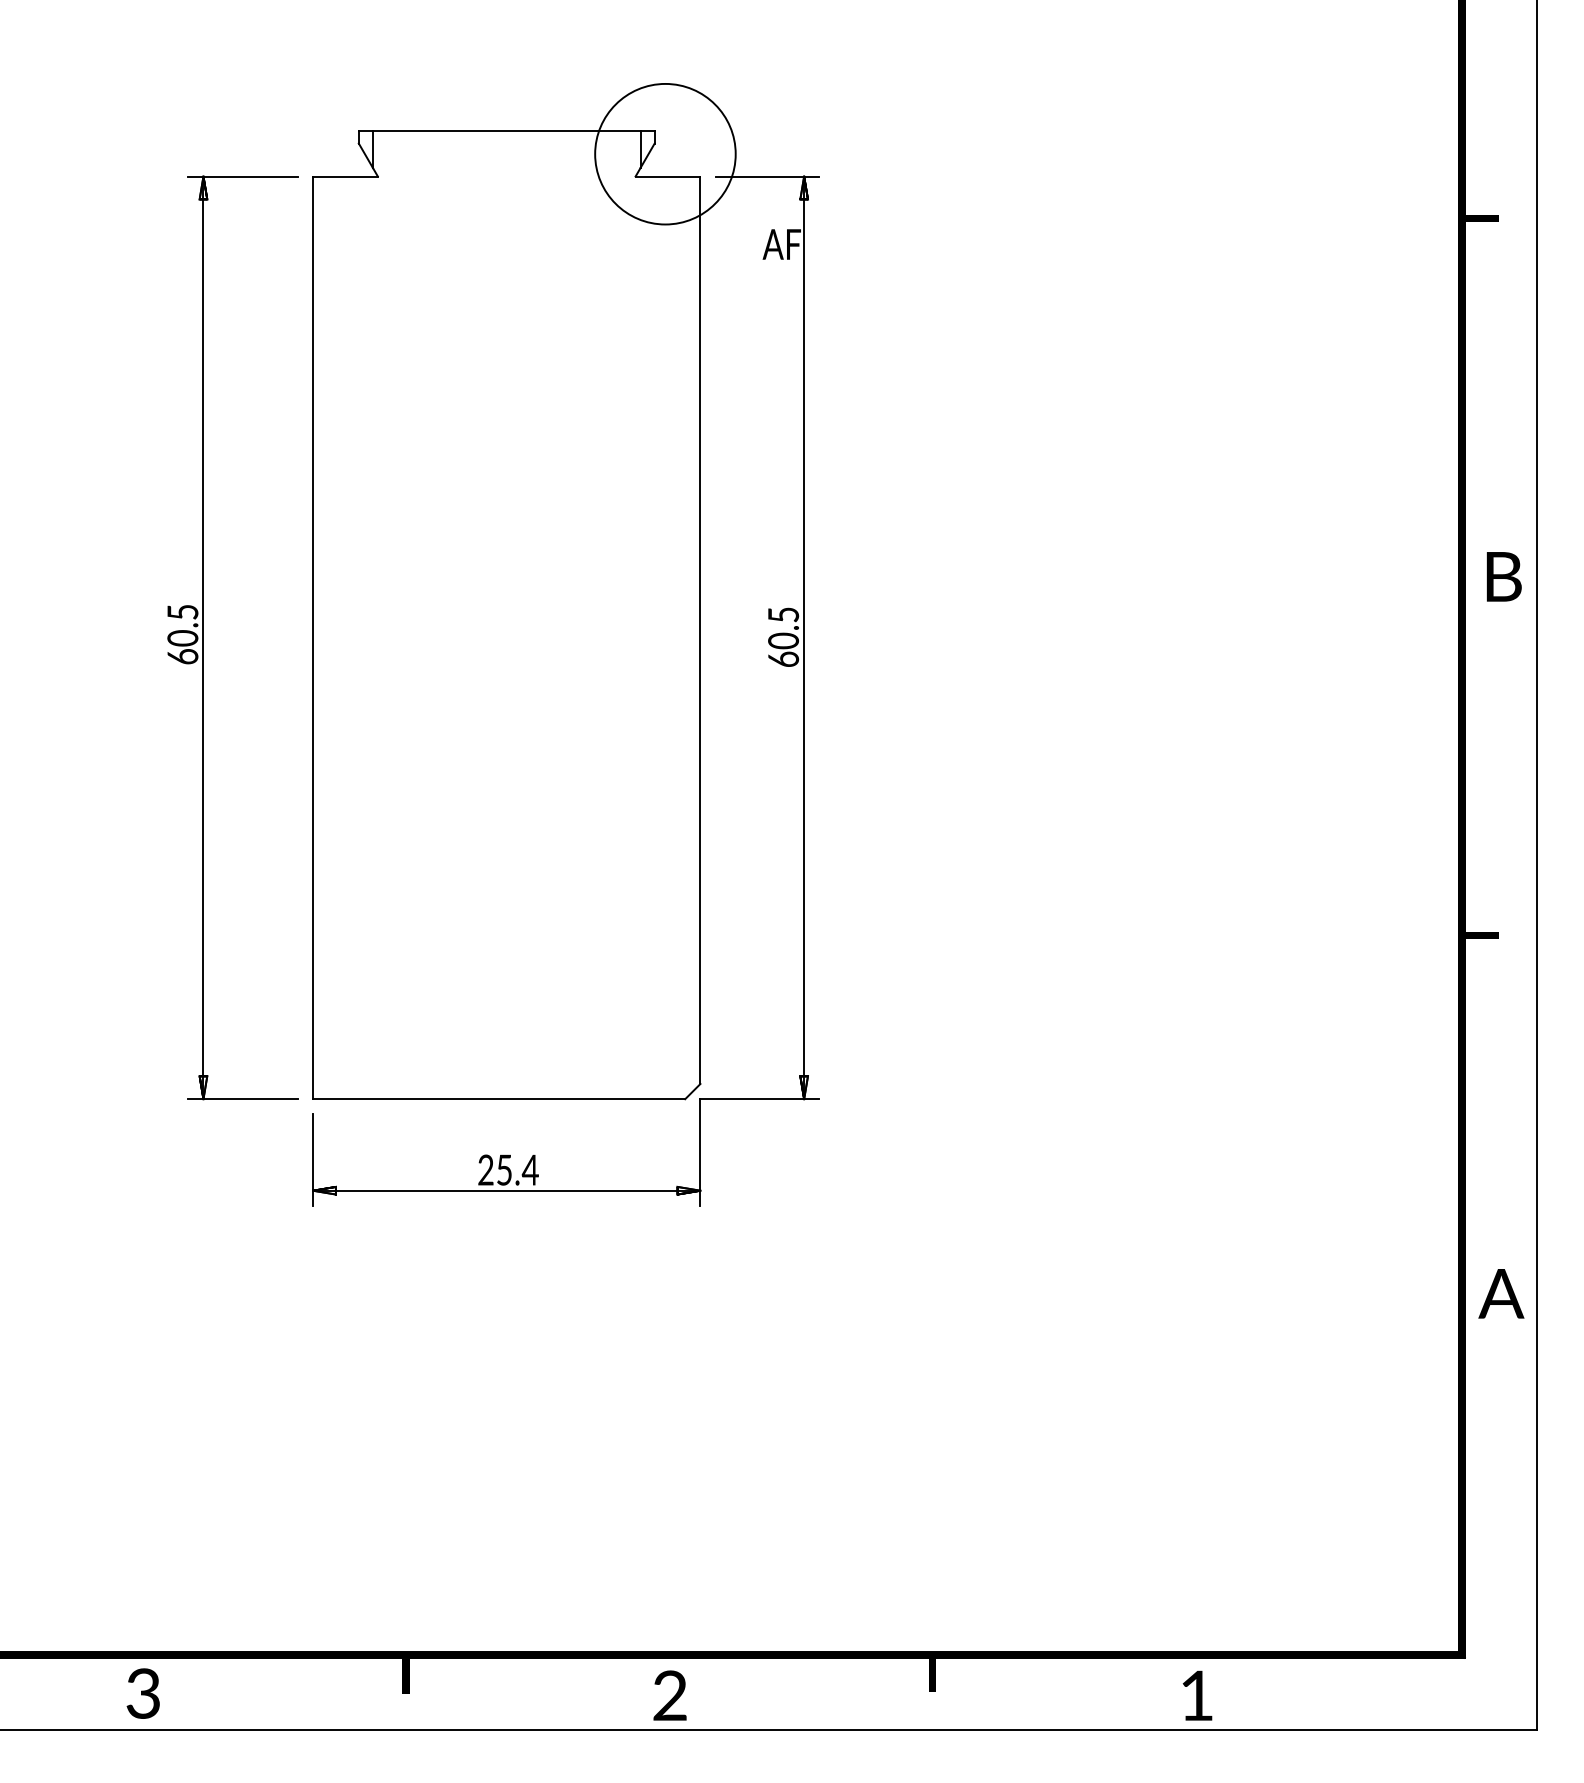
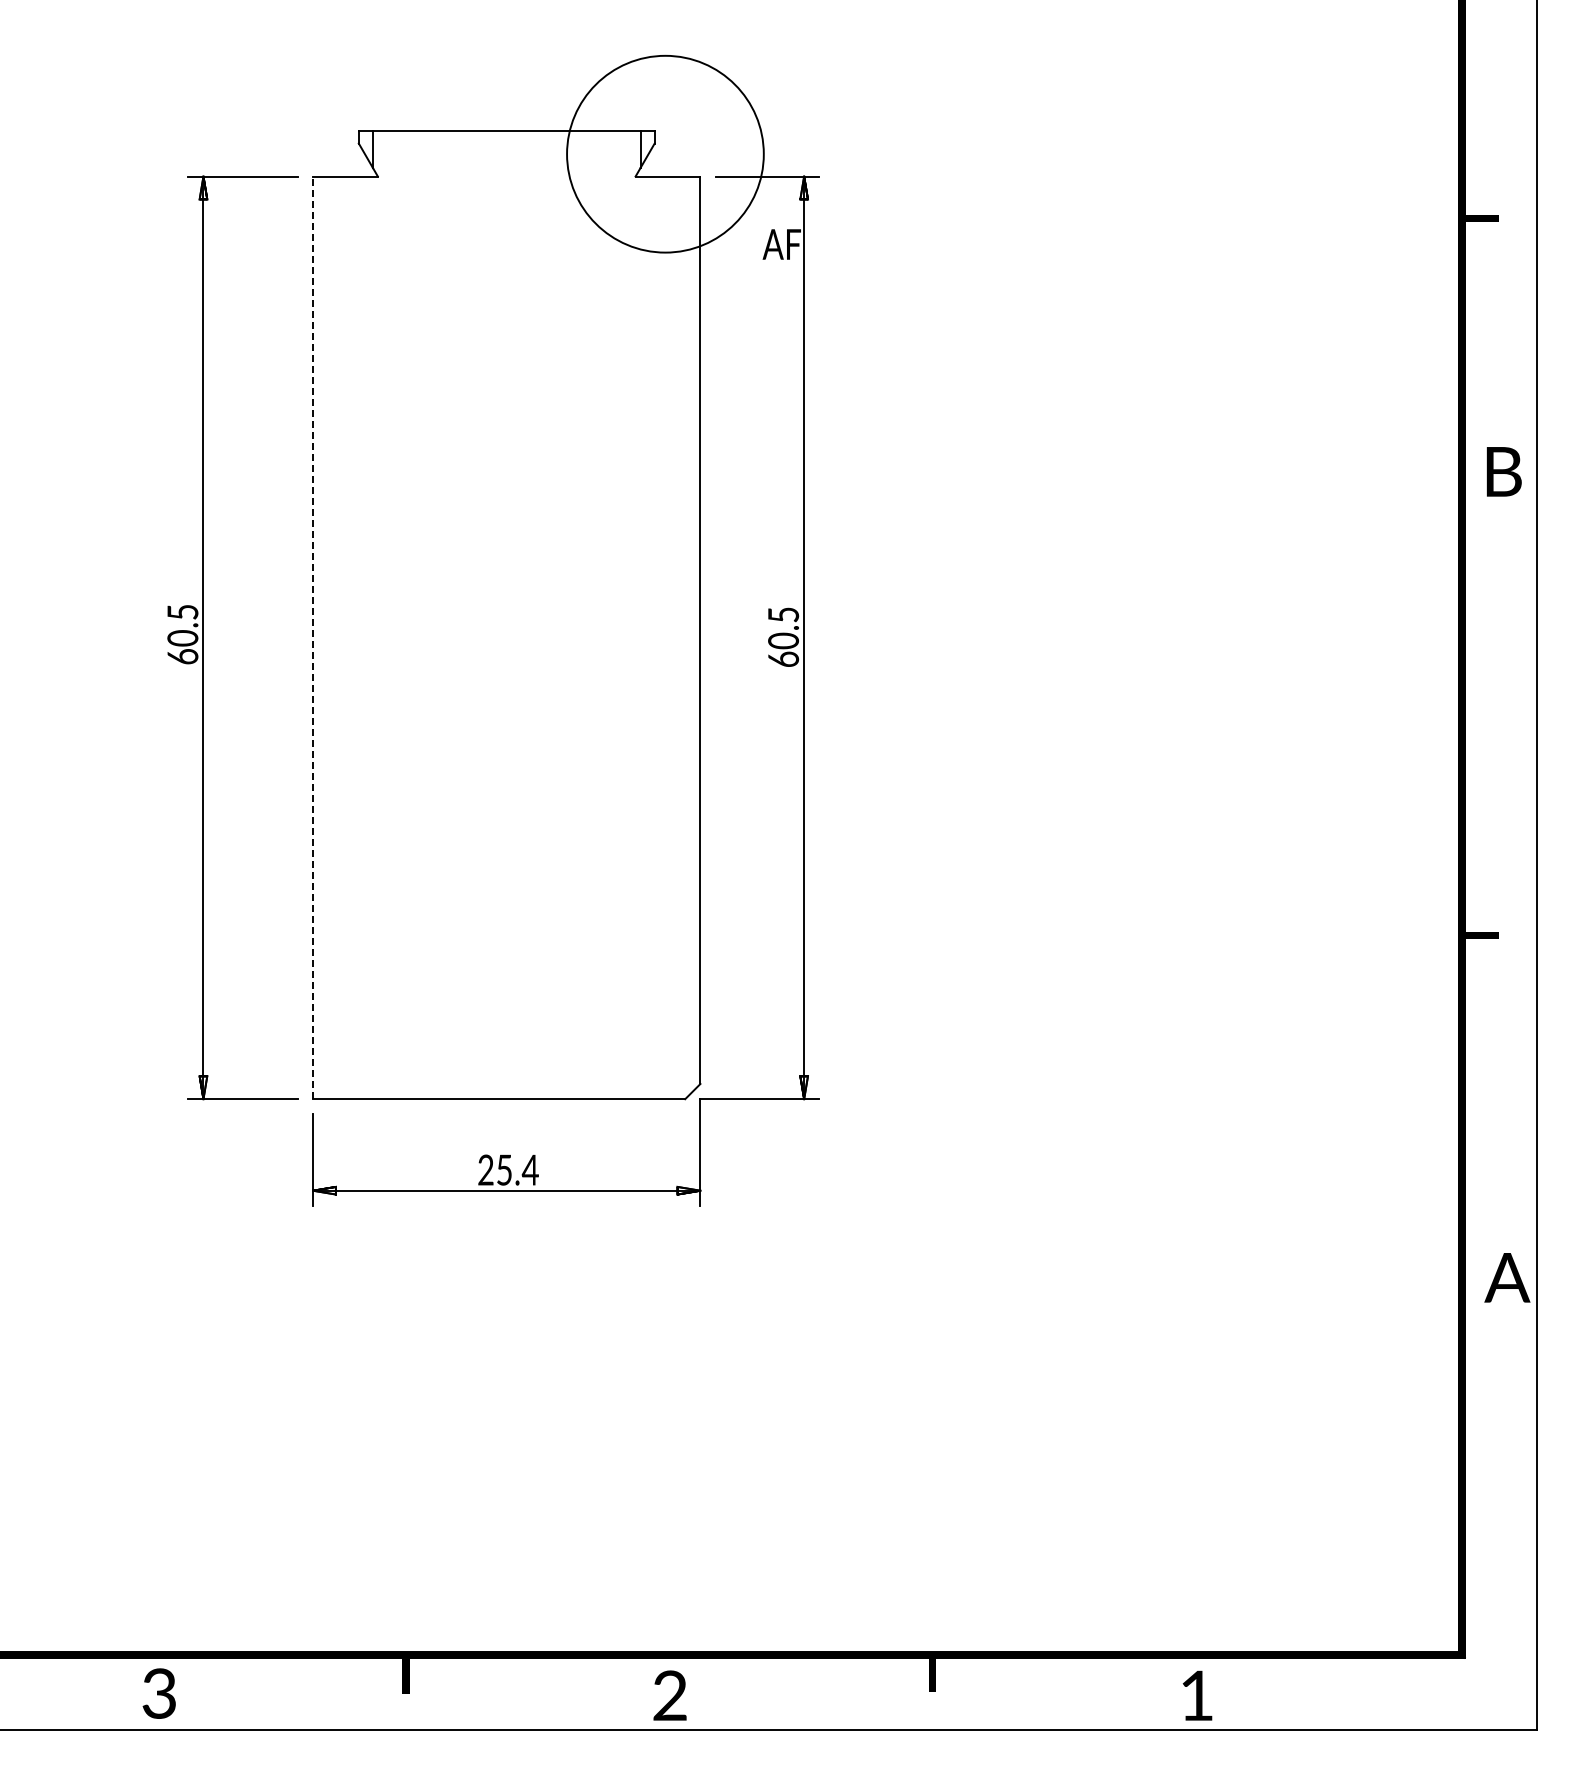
circle at (665, 153) diameter: 141 px -> 197 px
text at (1504, 576) position: (1504, 576) -> (1504, 471)
line at (313, 637): solid -> dashed
text at (1501, 1293) position: (1501, 1293) -> (1507, 1277)
text at (142, 1693) position: (142, 1693) -> (158, 1693)
